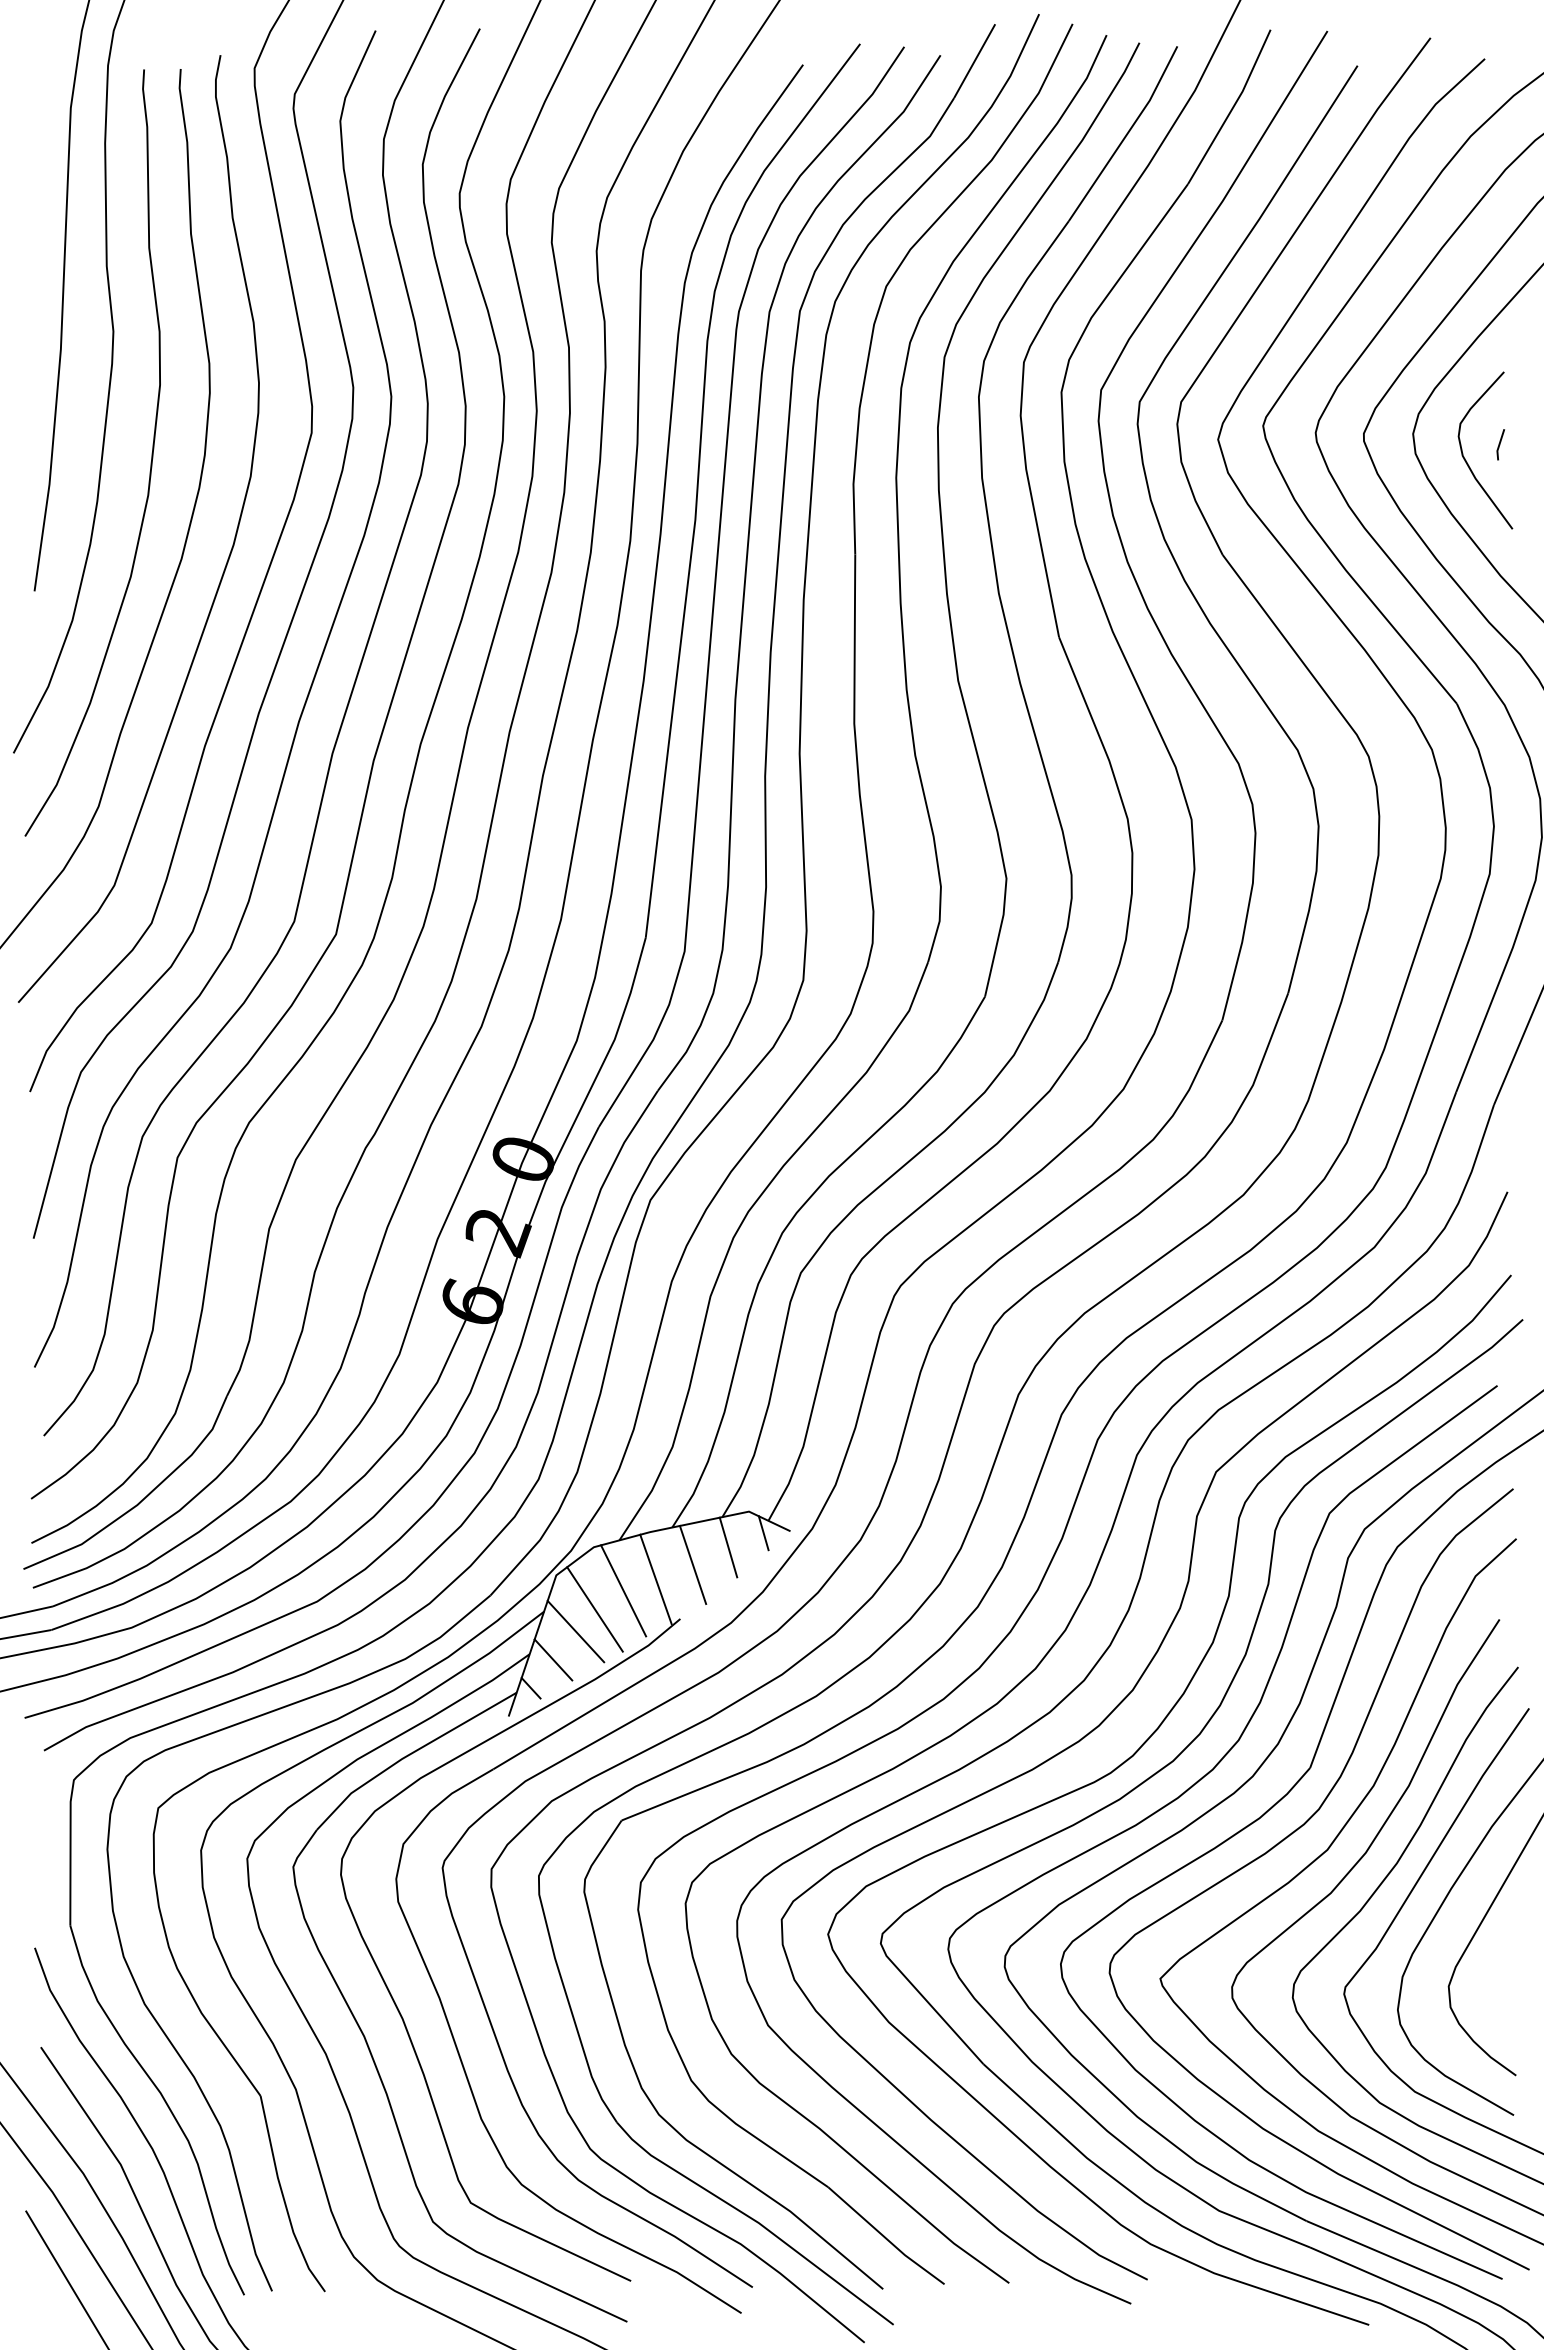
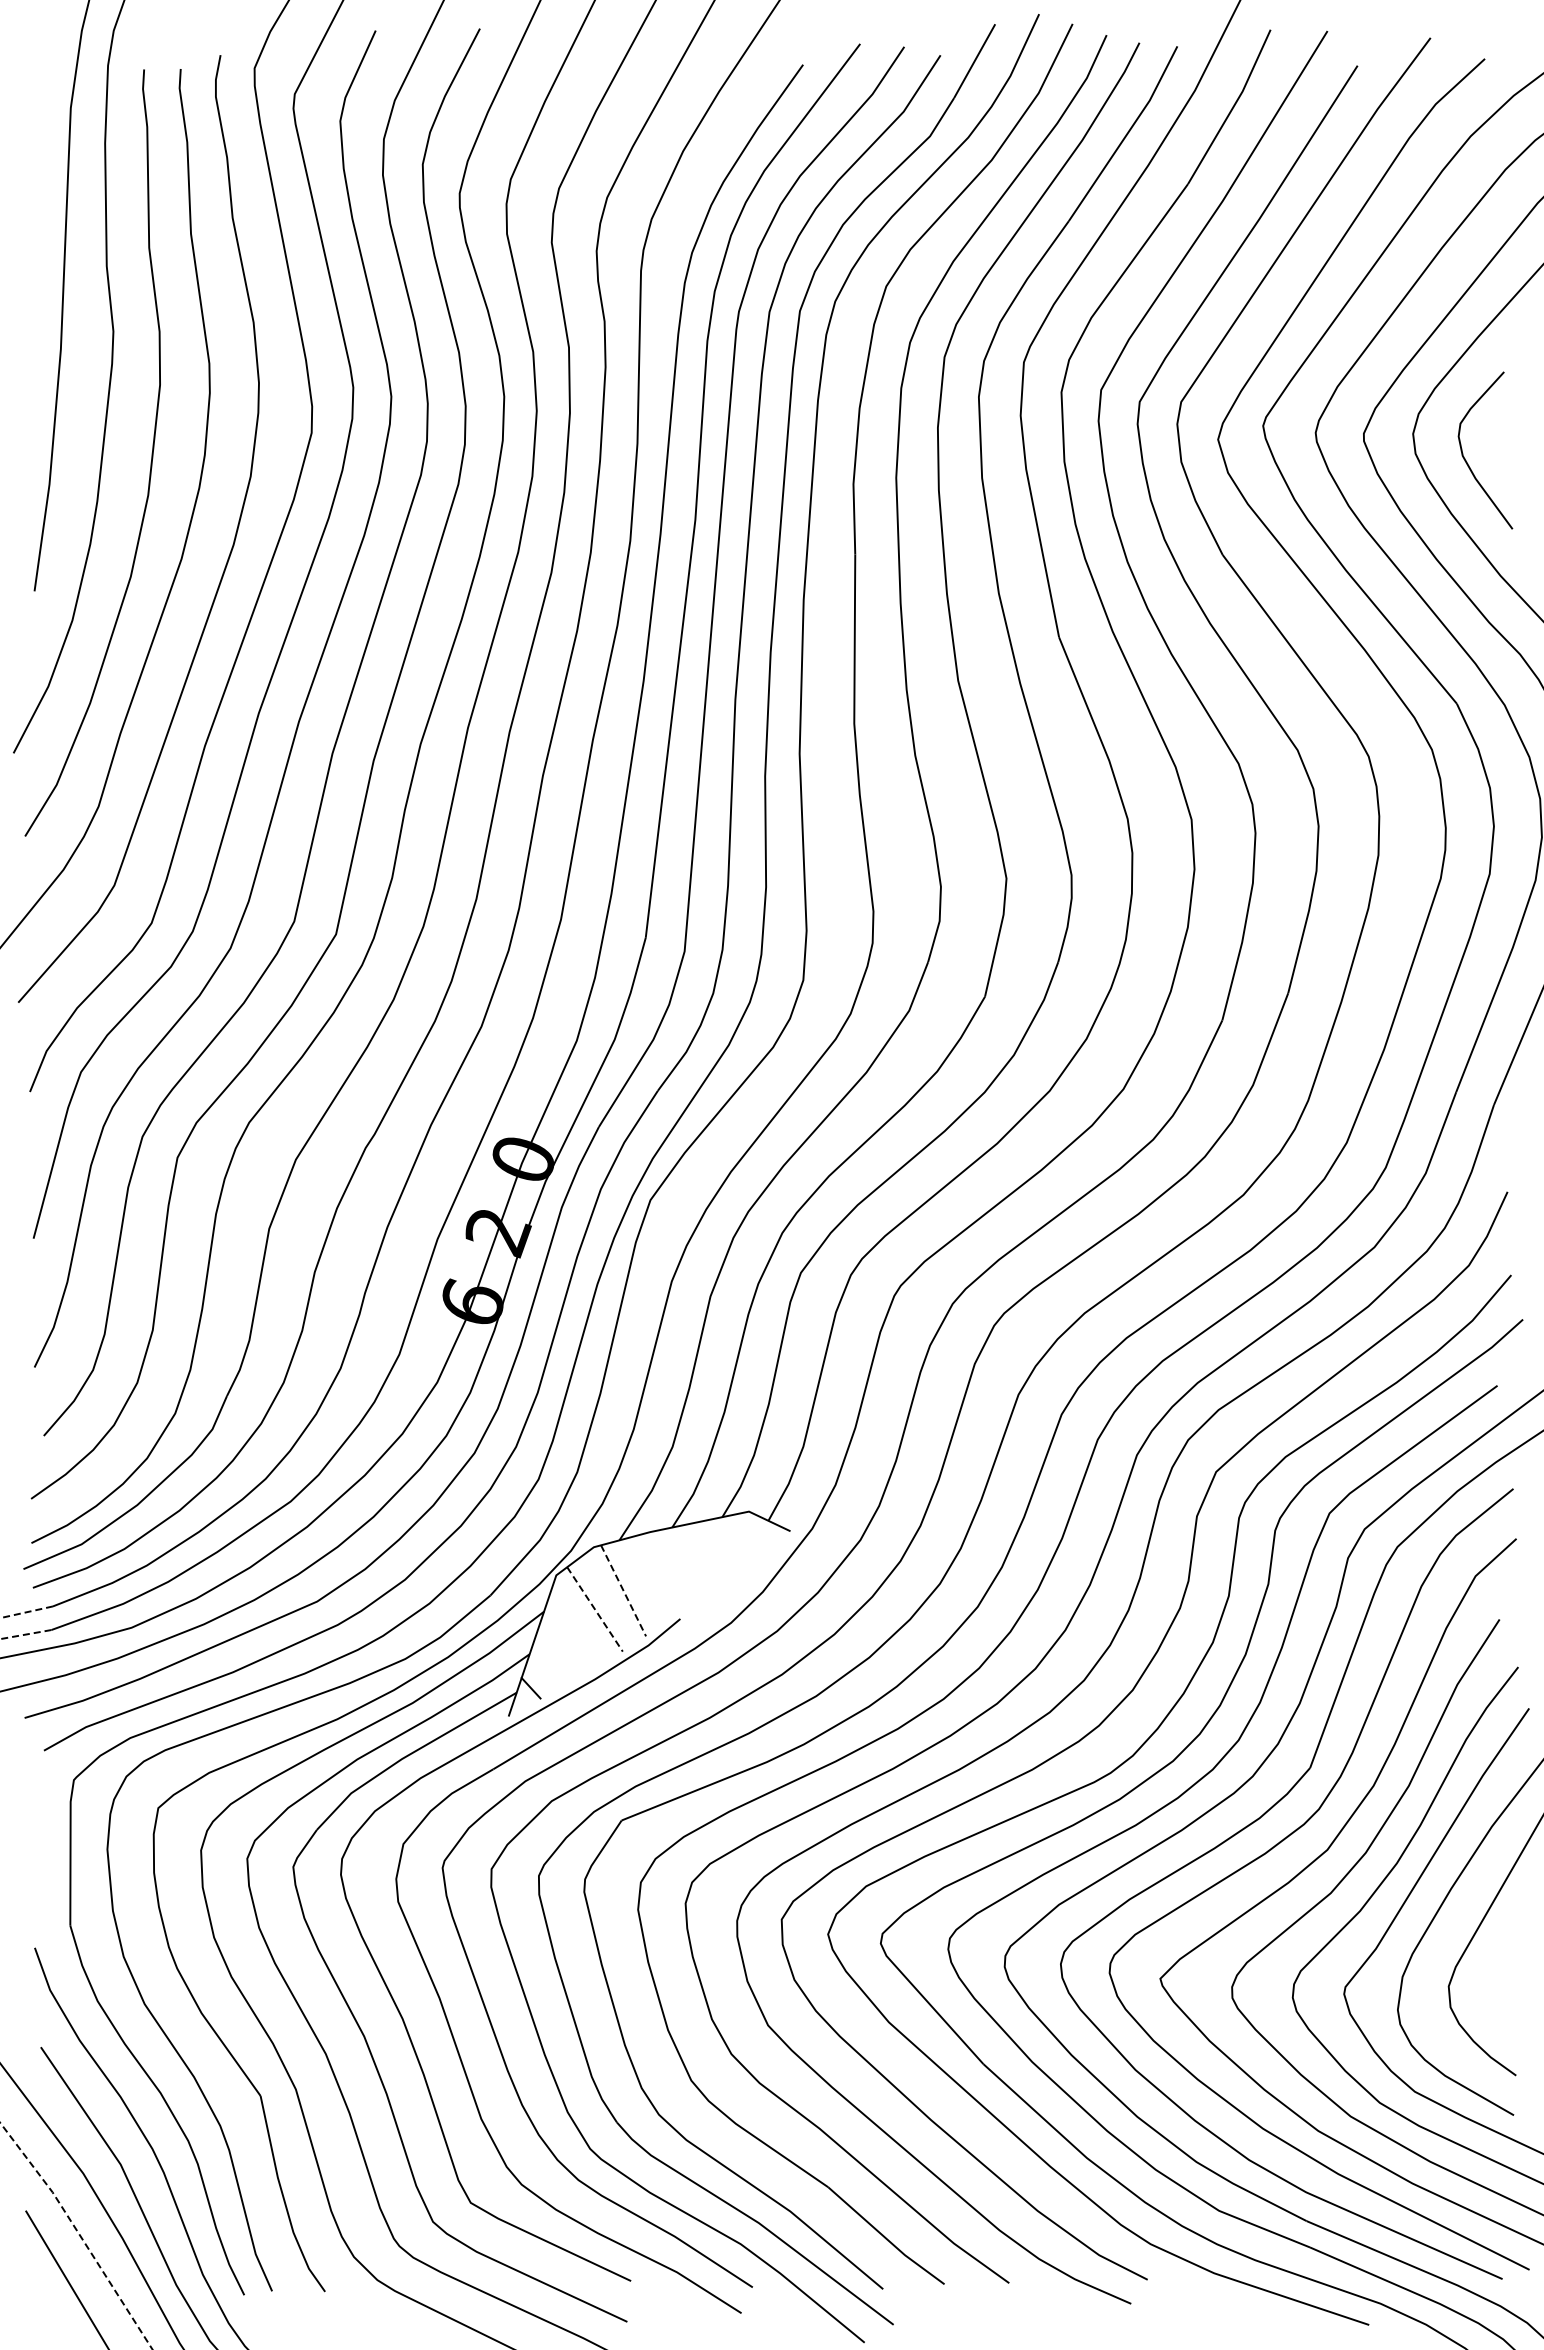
line at (1500, 444): present -> none
line at (763, 1533): present -> none
line at (728, 1547): present -> none
line at (692, 1564): present -> none
line at (655, 1579): present -> none
line at (623, 1590): solid -> dashed
line at (595, 1609): solid -> dashed
line at (26, 1612): solid -> dashed
line at (575, 1631): present -> none
line at (26, 1634): solid -> dashed
line at (553, 1659): present -> none
line at (78, 2233): solid -> dashed
